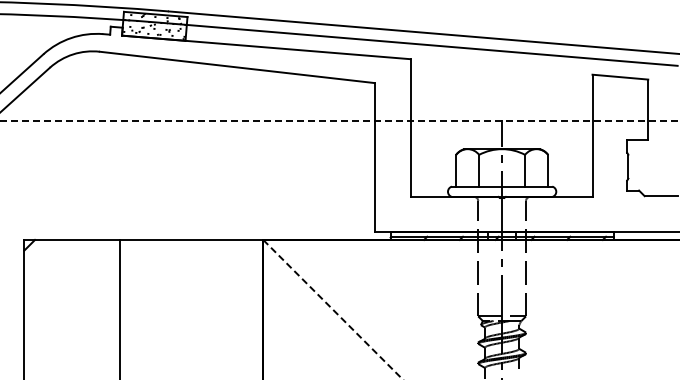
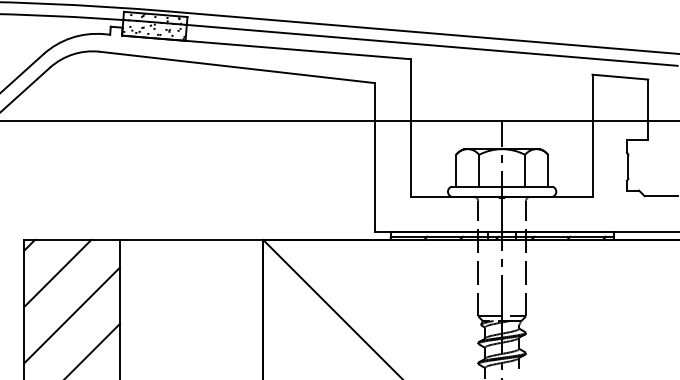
line at (340, 120): dashed -> solid
line at (57, 272): none -> present
line at (333, 309): dashed -> solid
line at (71, 315): none -> present
line at (93, 349): none -> present
